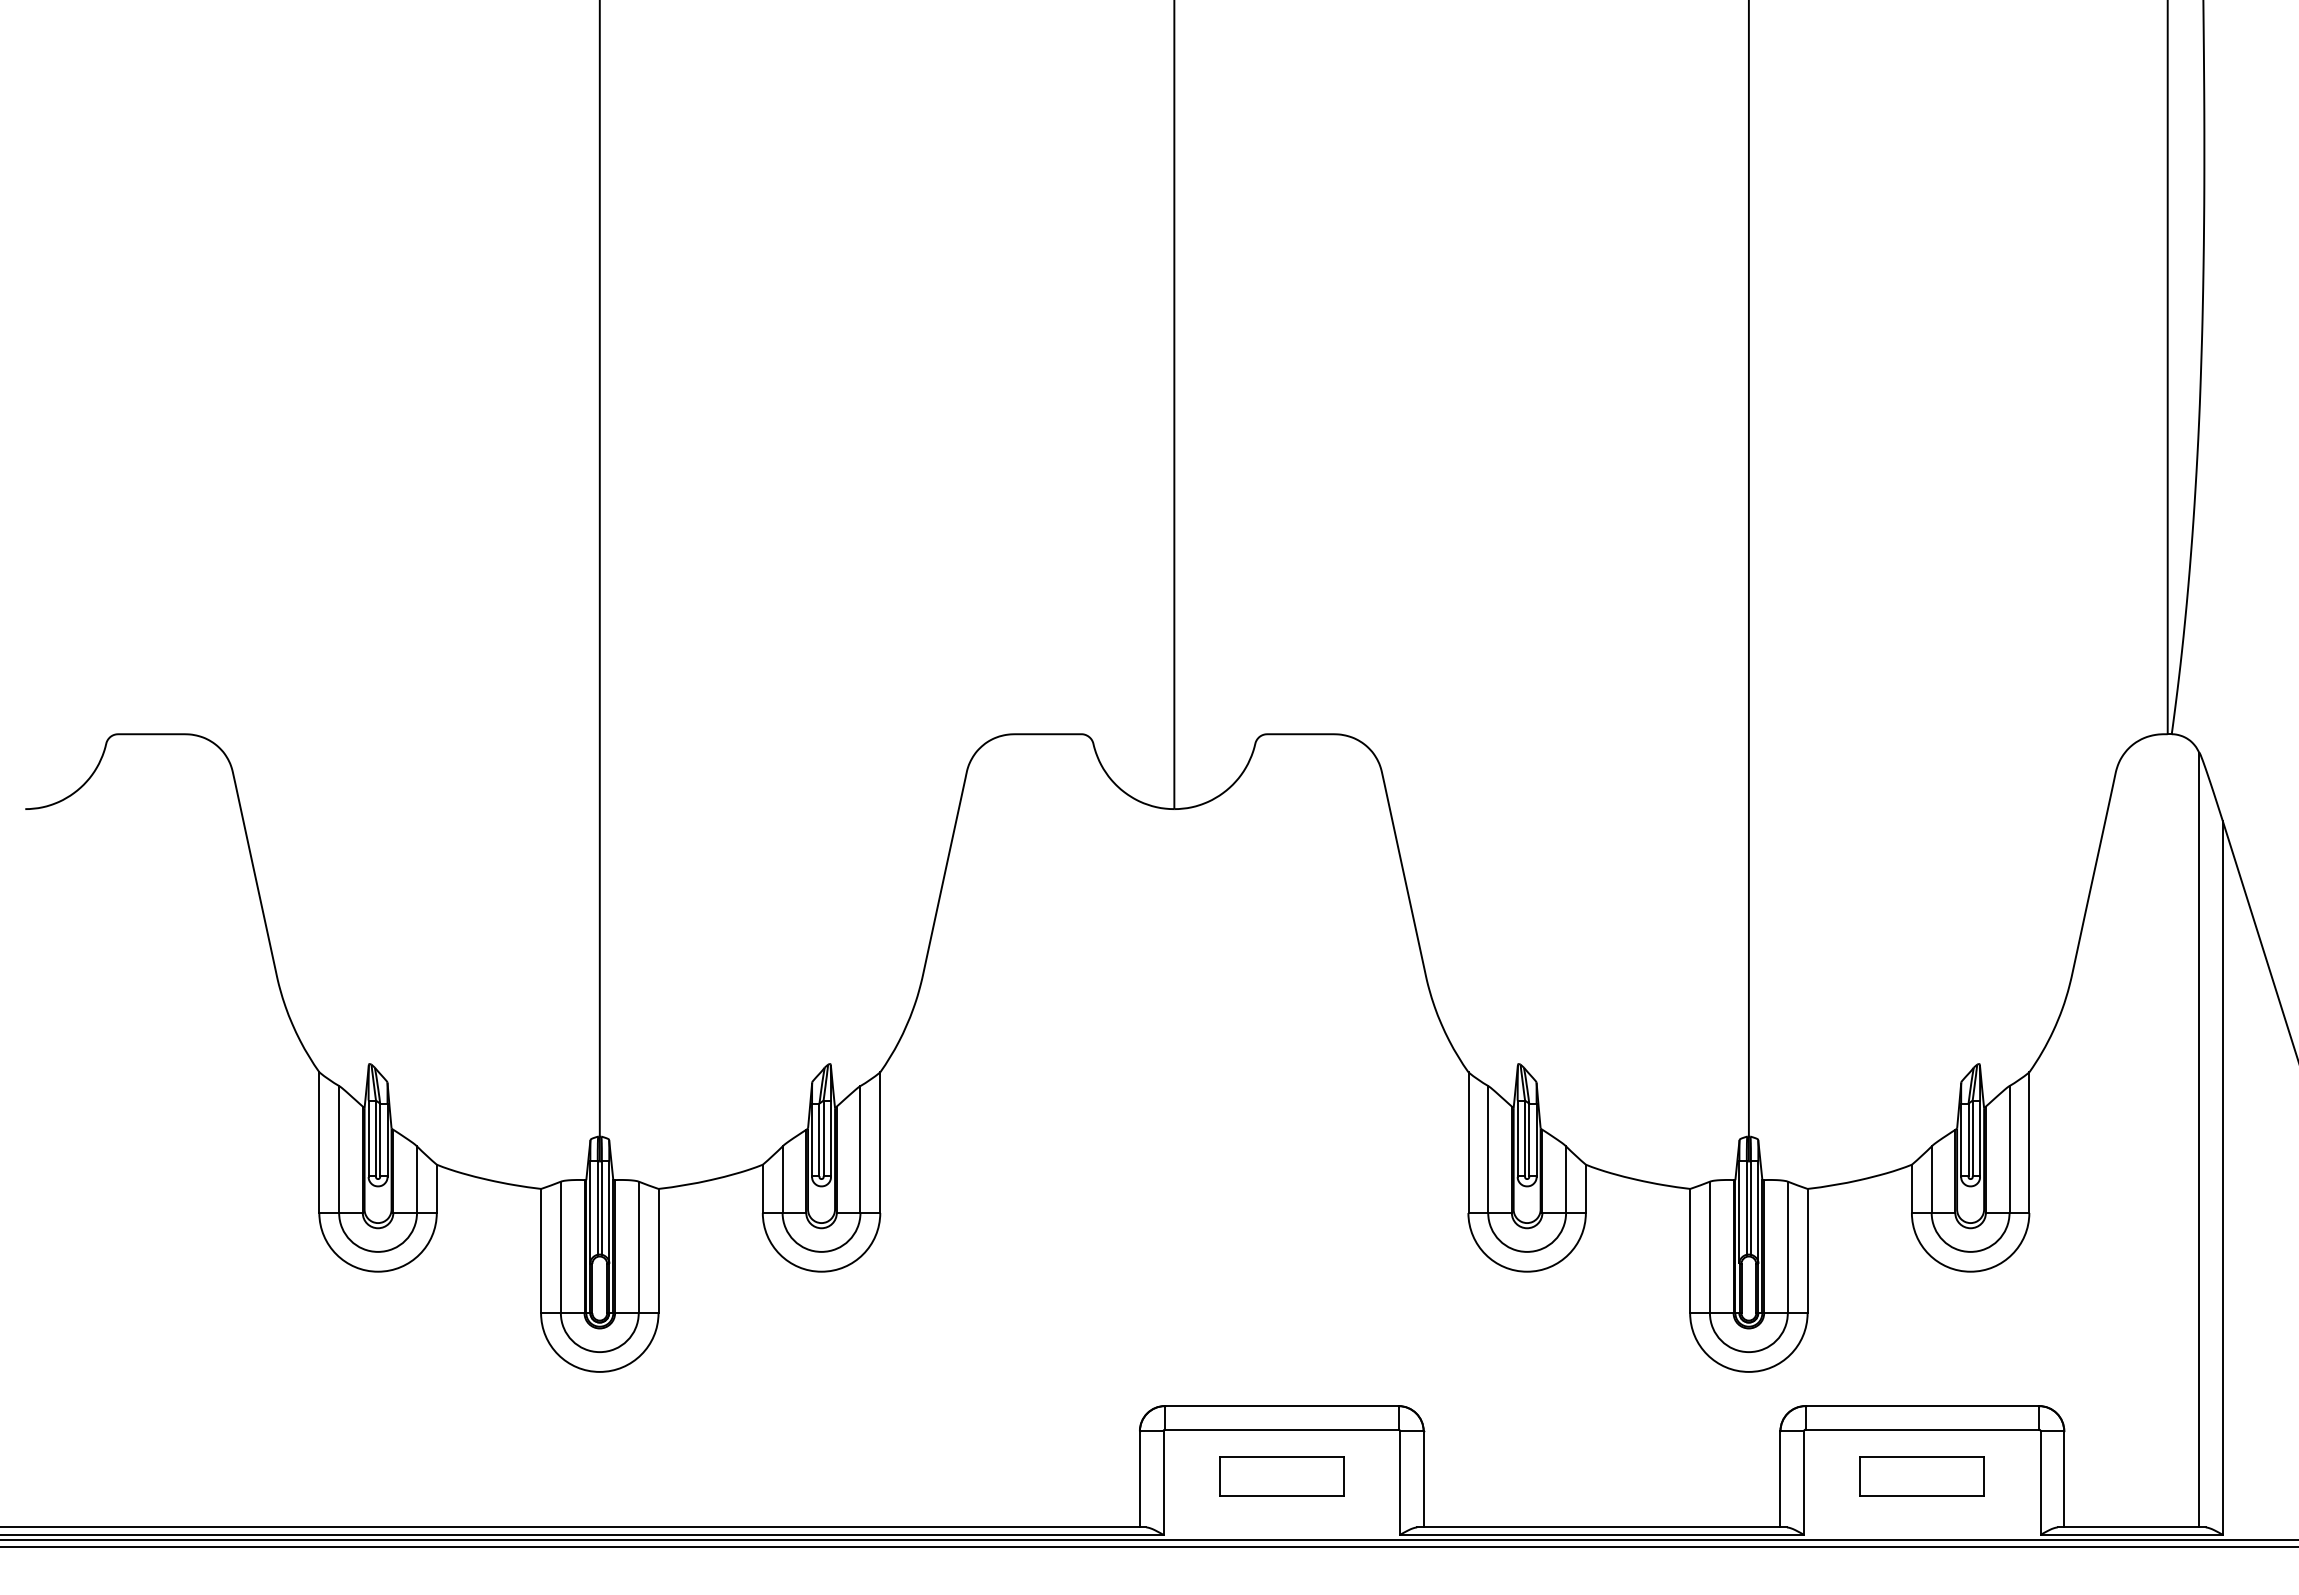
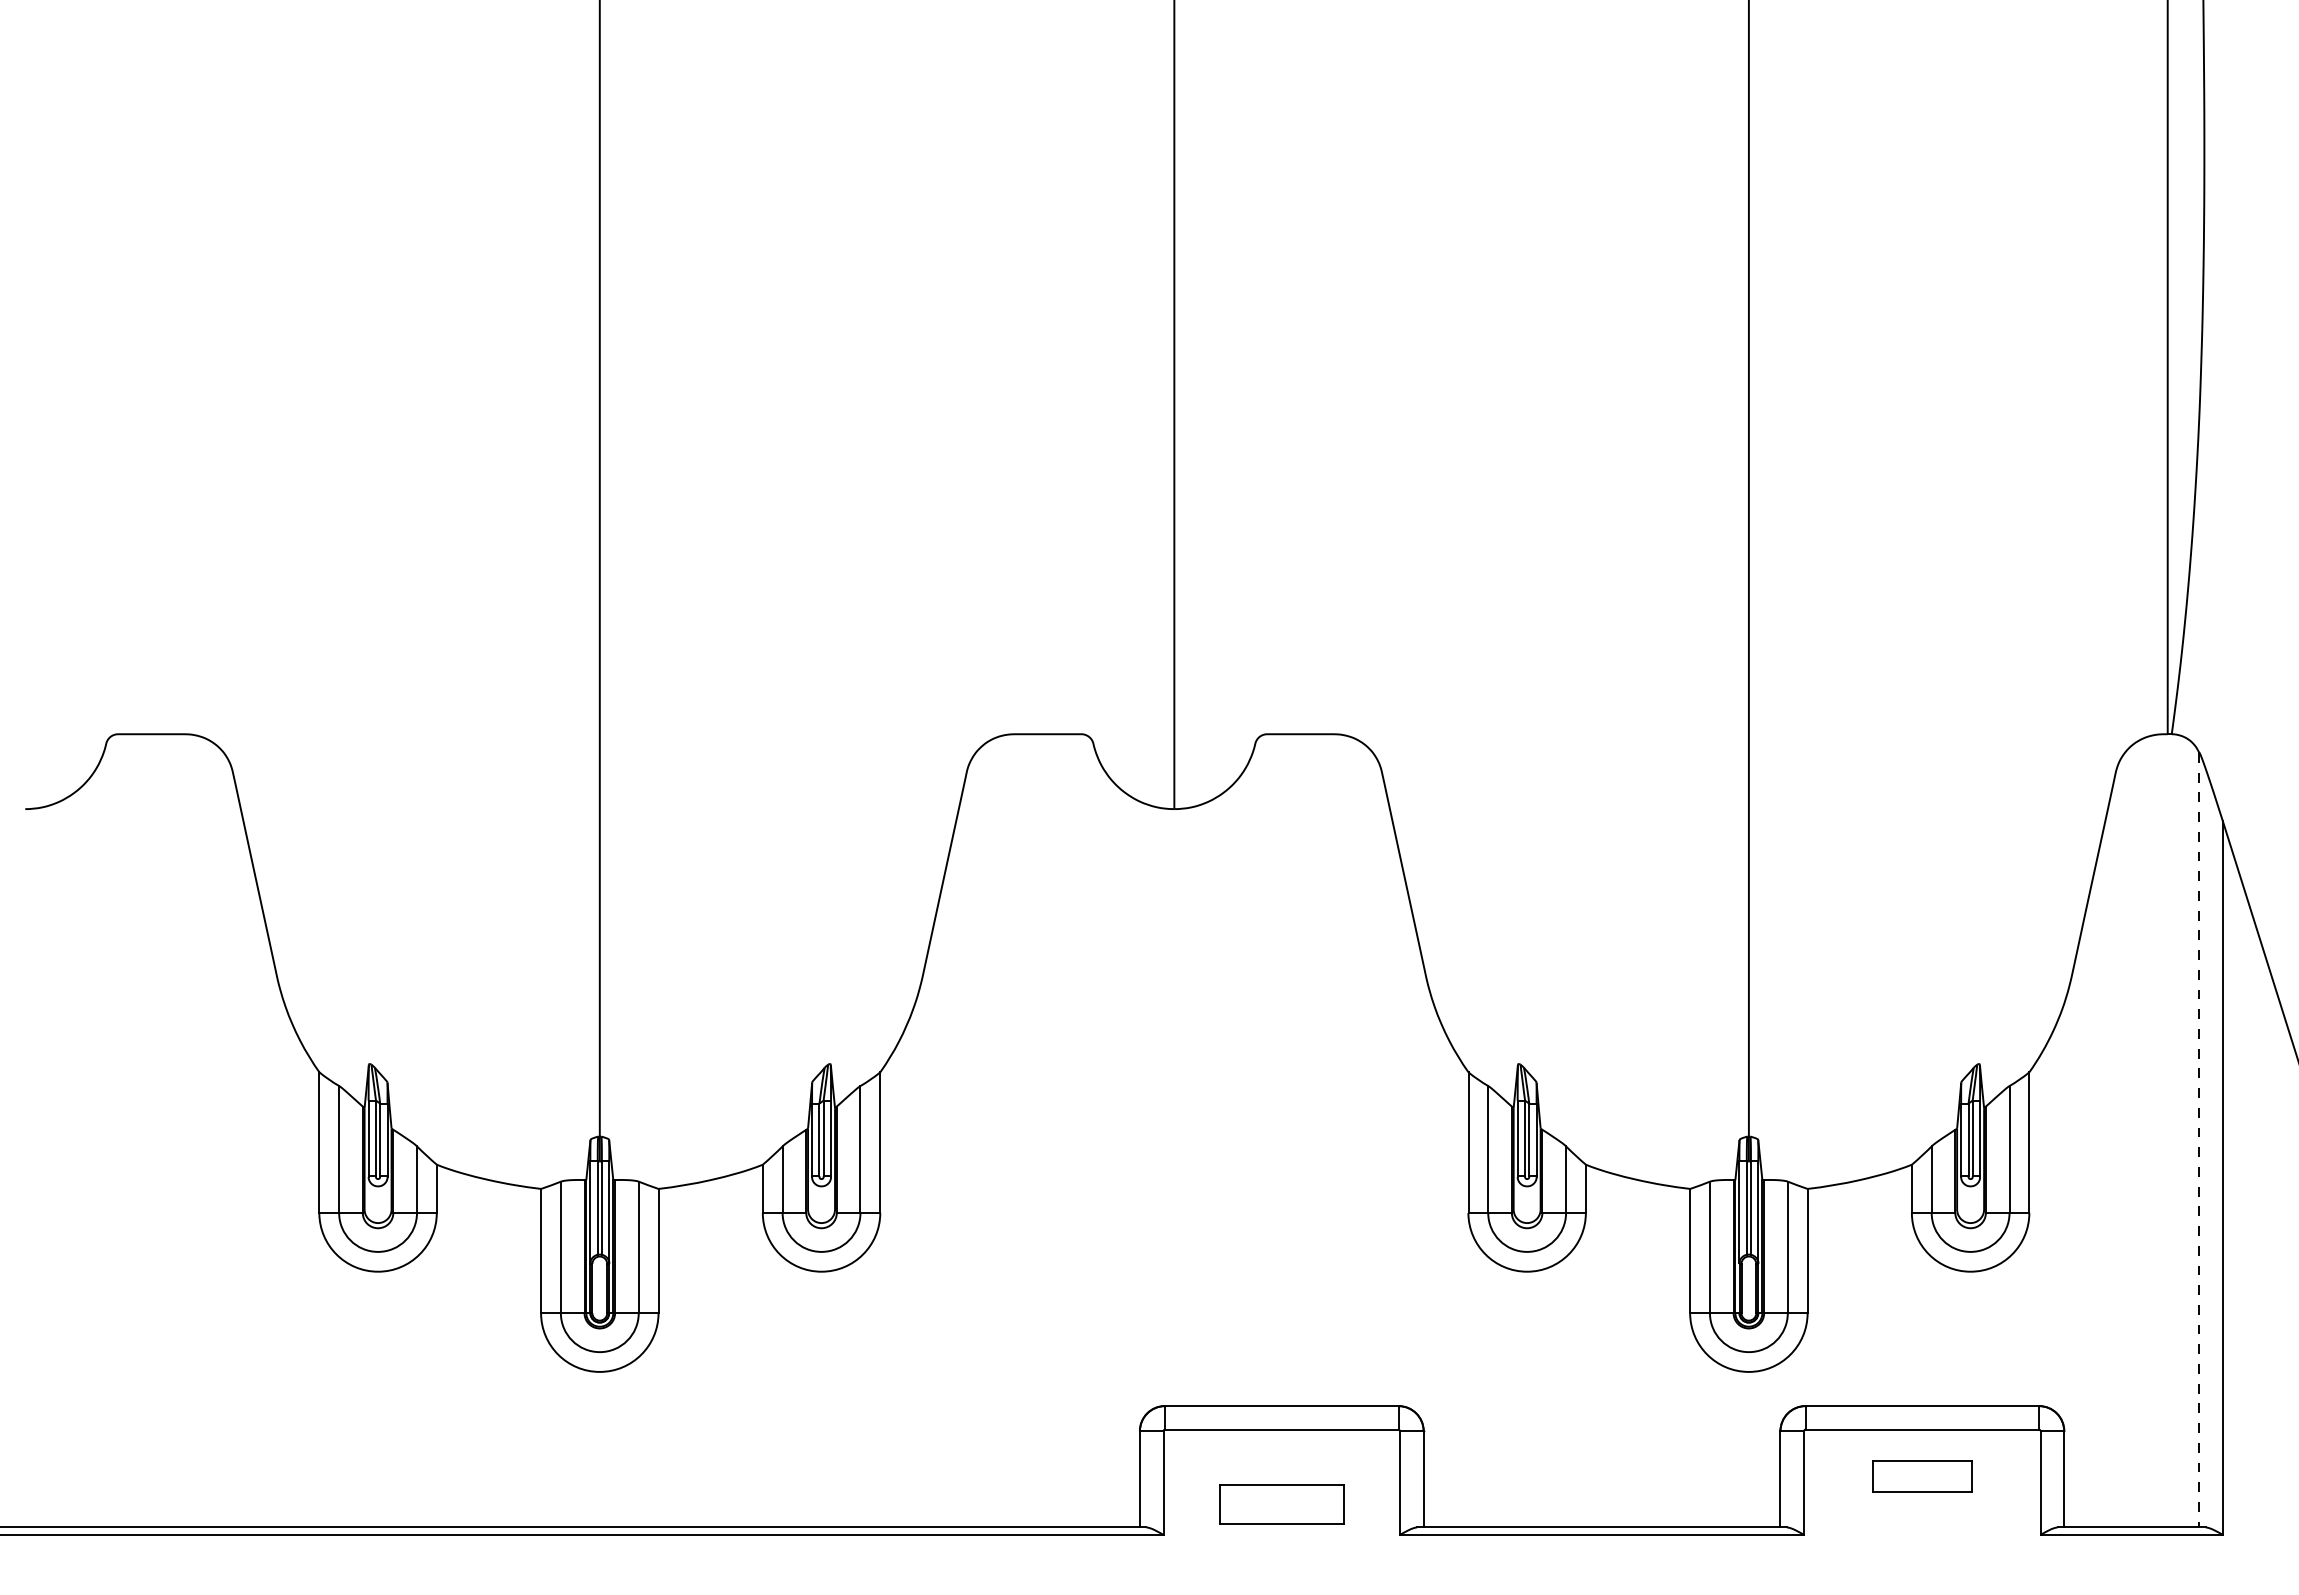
line at (2199, 1140): solid -> dashed
part at (1281, 1476) position: (1281, 1476) -> (1281, 1504)
part at (1921, 1476) size: 126x41 px -> 101x33 px
line at (1148, 1539): present -> none
line at (1148, 1546): present -> none
